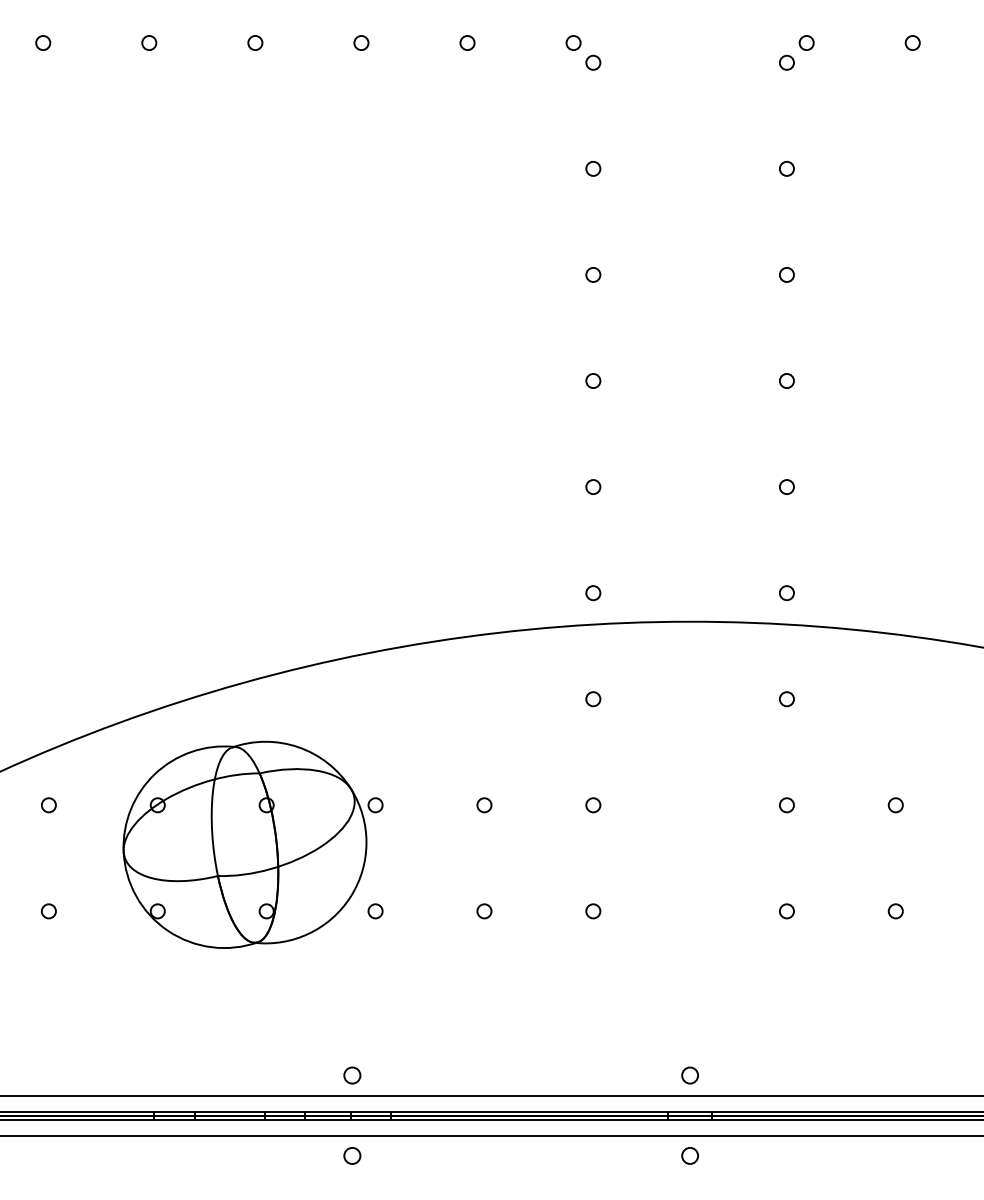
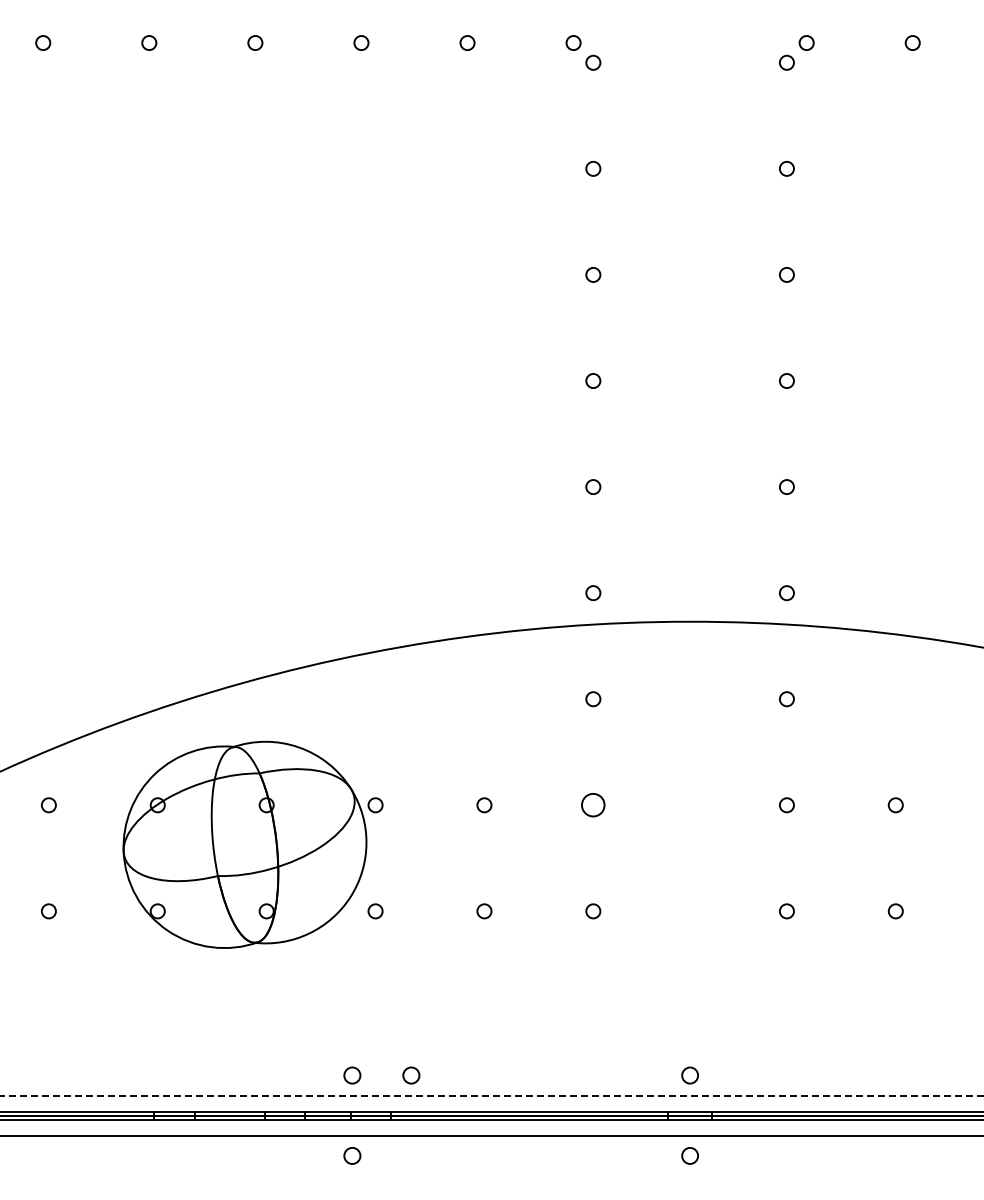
circle at (593, 805) size: 17x17 px -> 25x25 px
circle at (411, 1075): none -> present
line at (491, 1095): solid -> dashed
